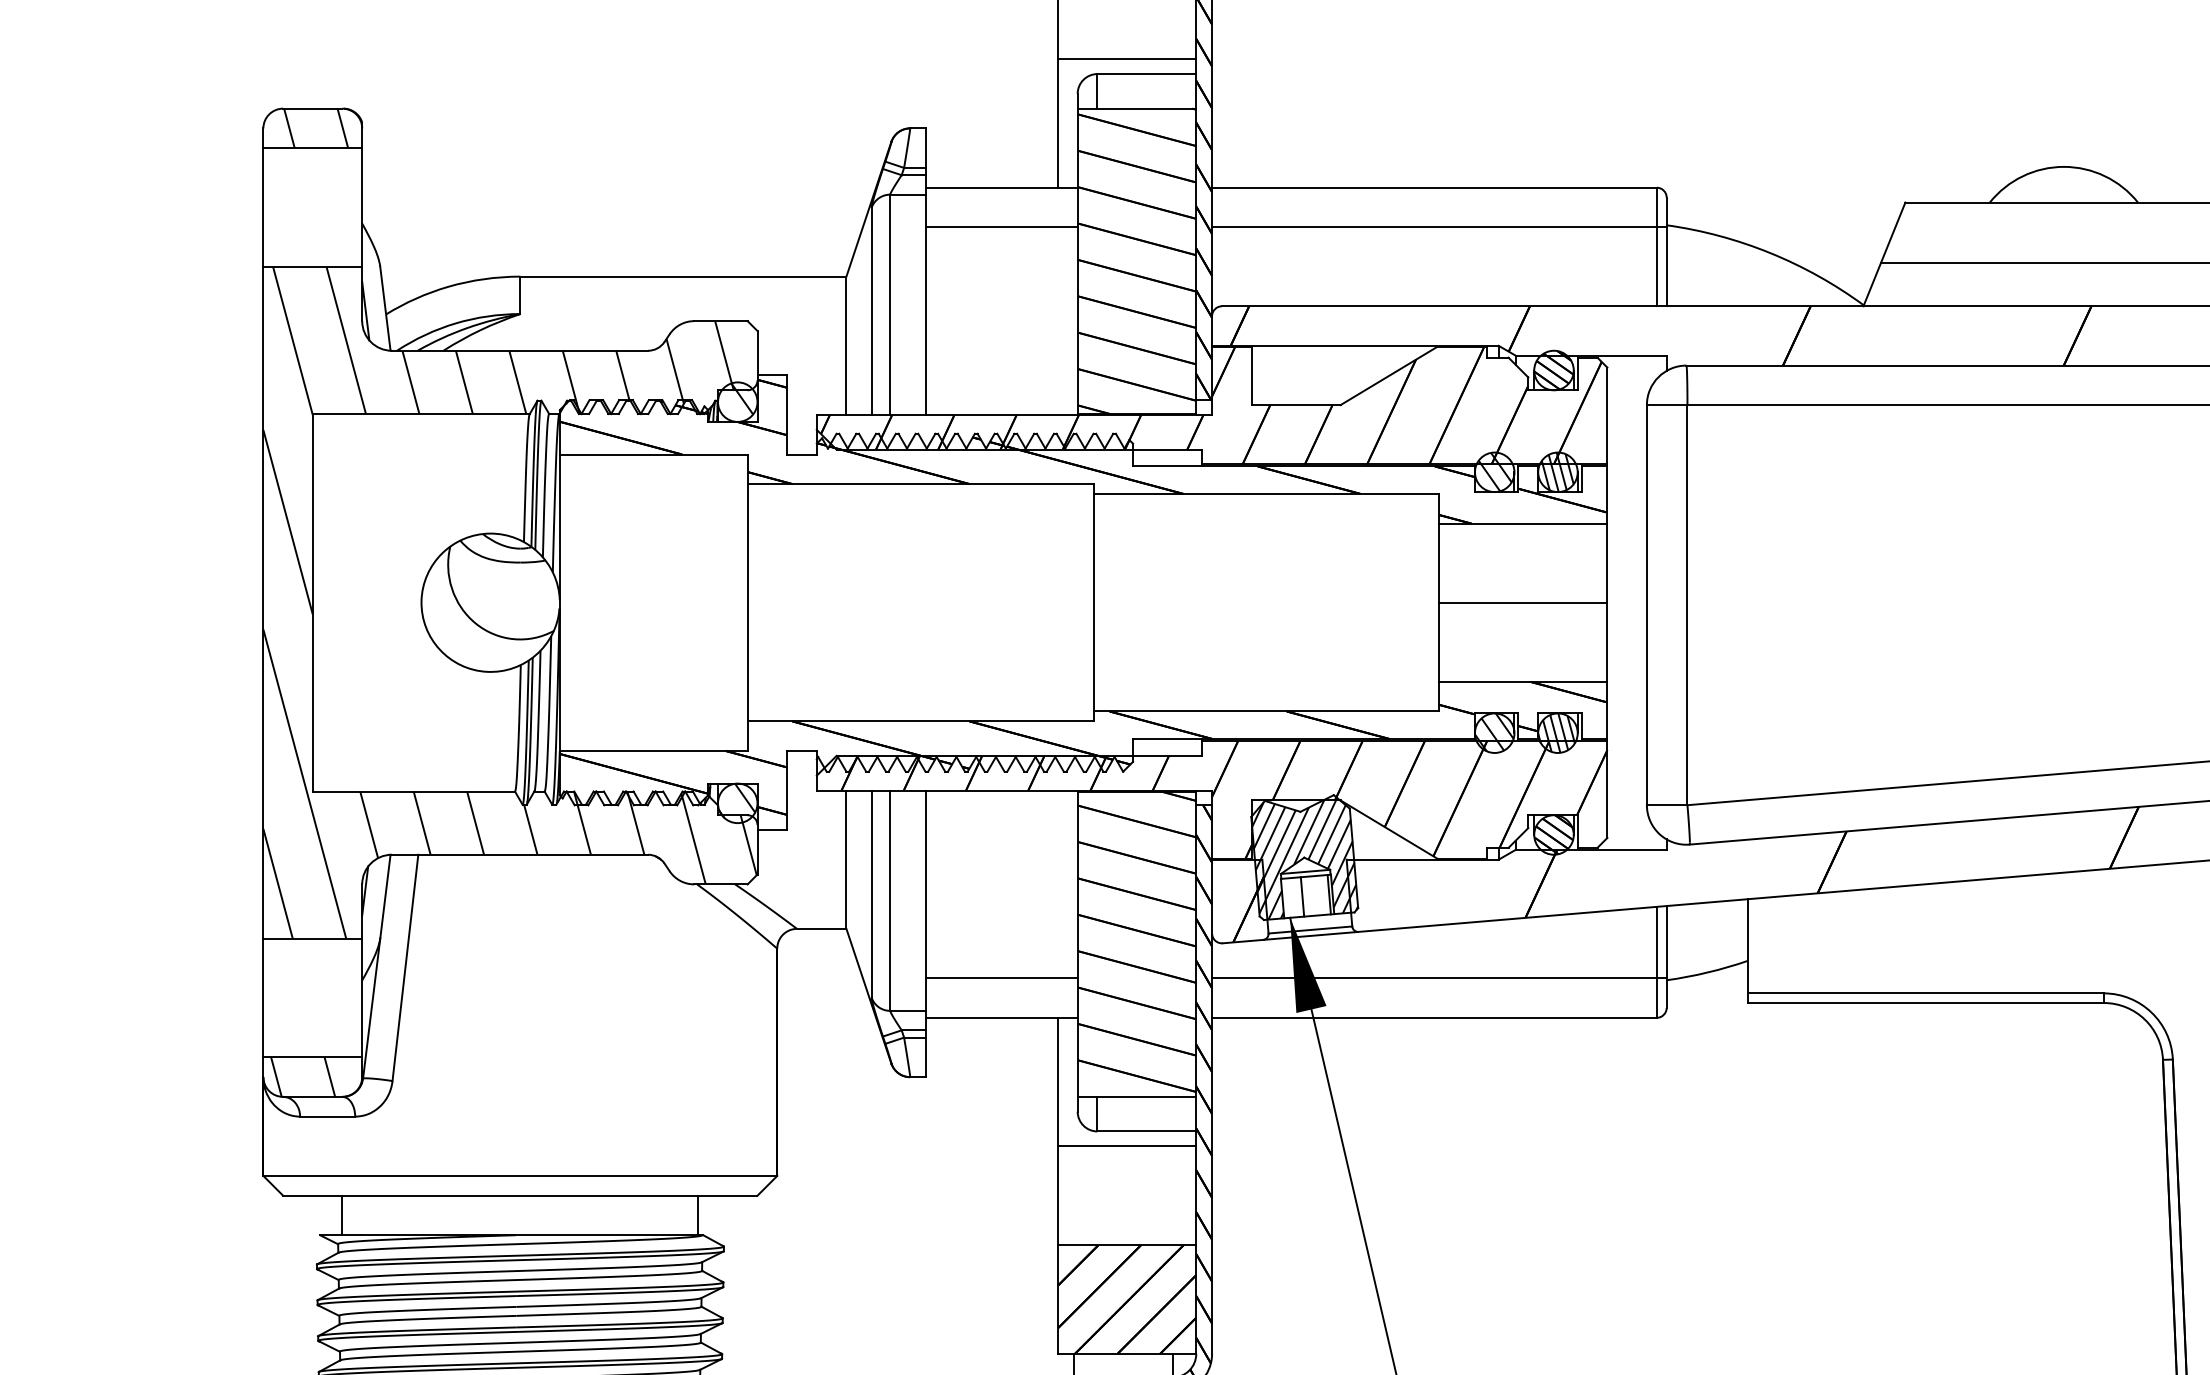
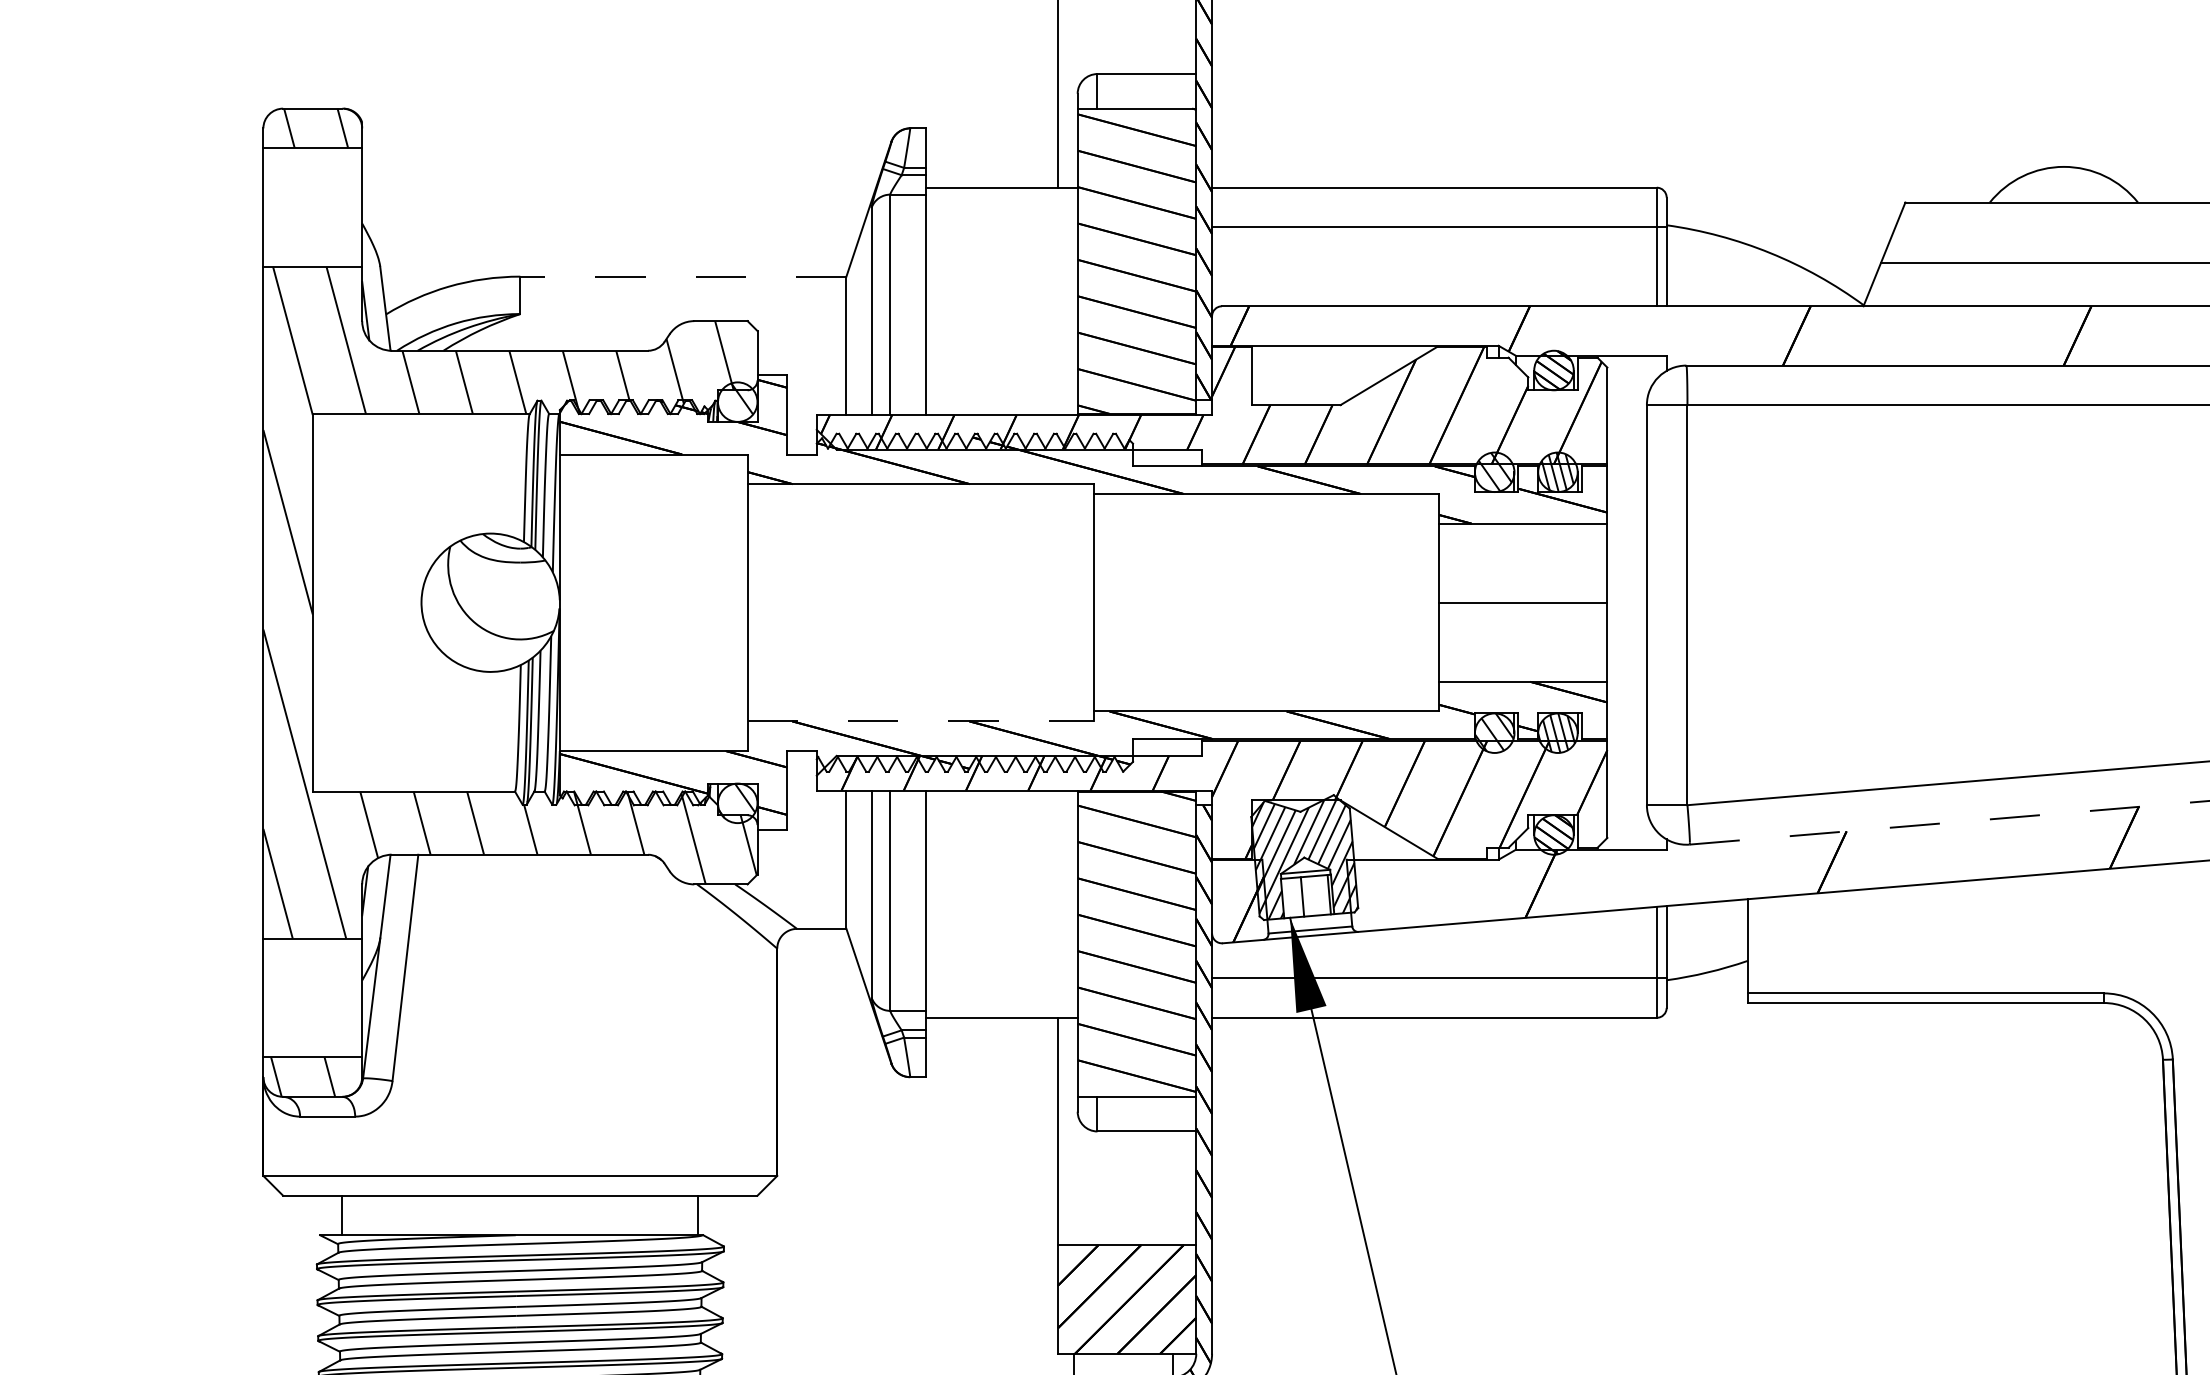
line at (1126, 59): present -> none
line at (1001, 227): present -> none
line at (682, 276): solid -> dashed
line at (920, 721): solid -> dashed
line at (1949, 822): solid -> dashed
line at (1001, 978): present -> none
line at (1126, 1146): present -> none
